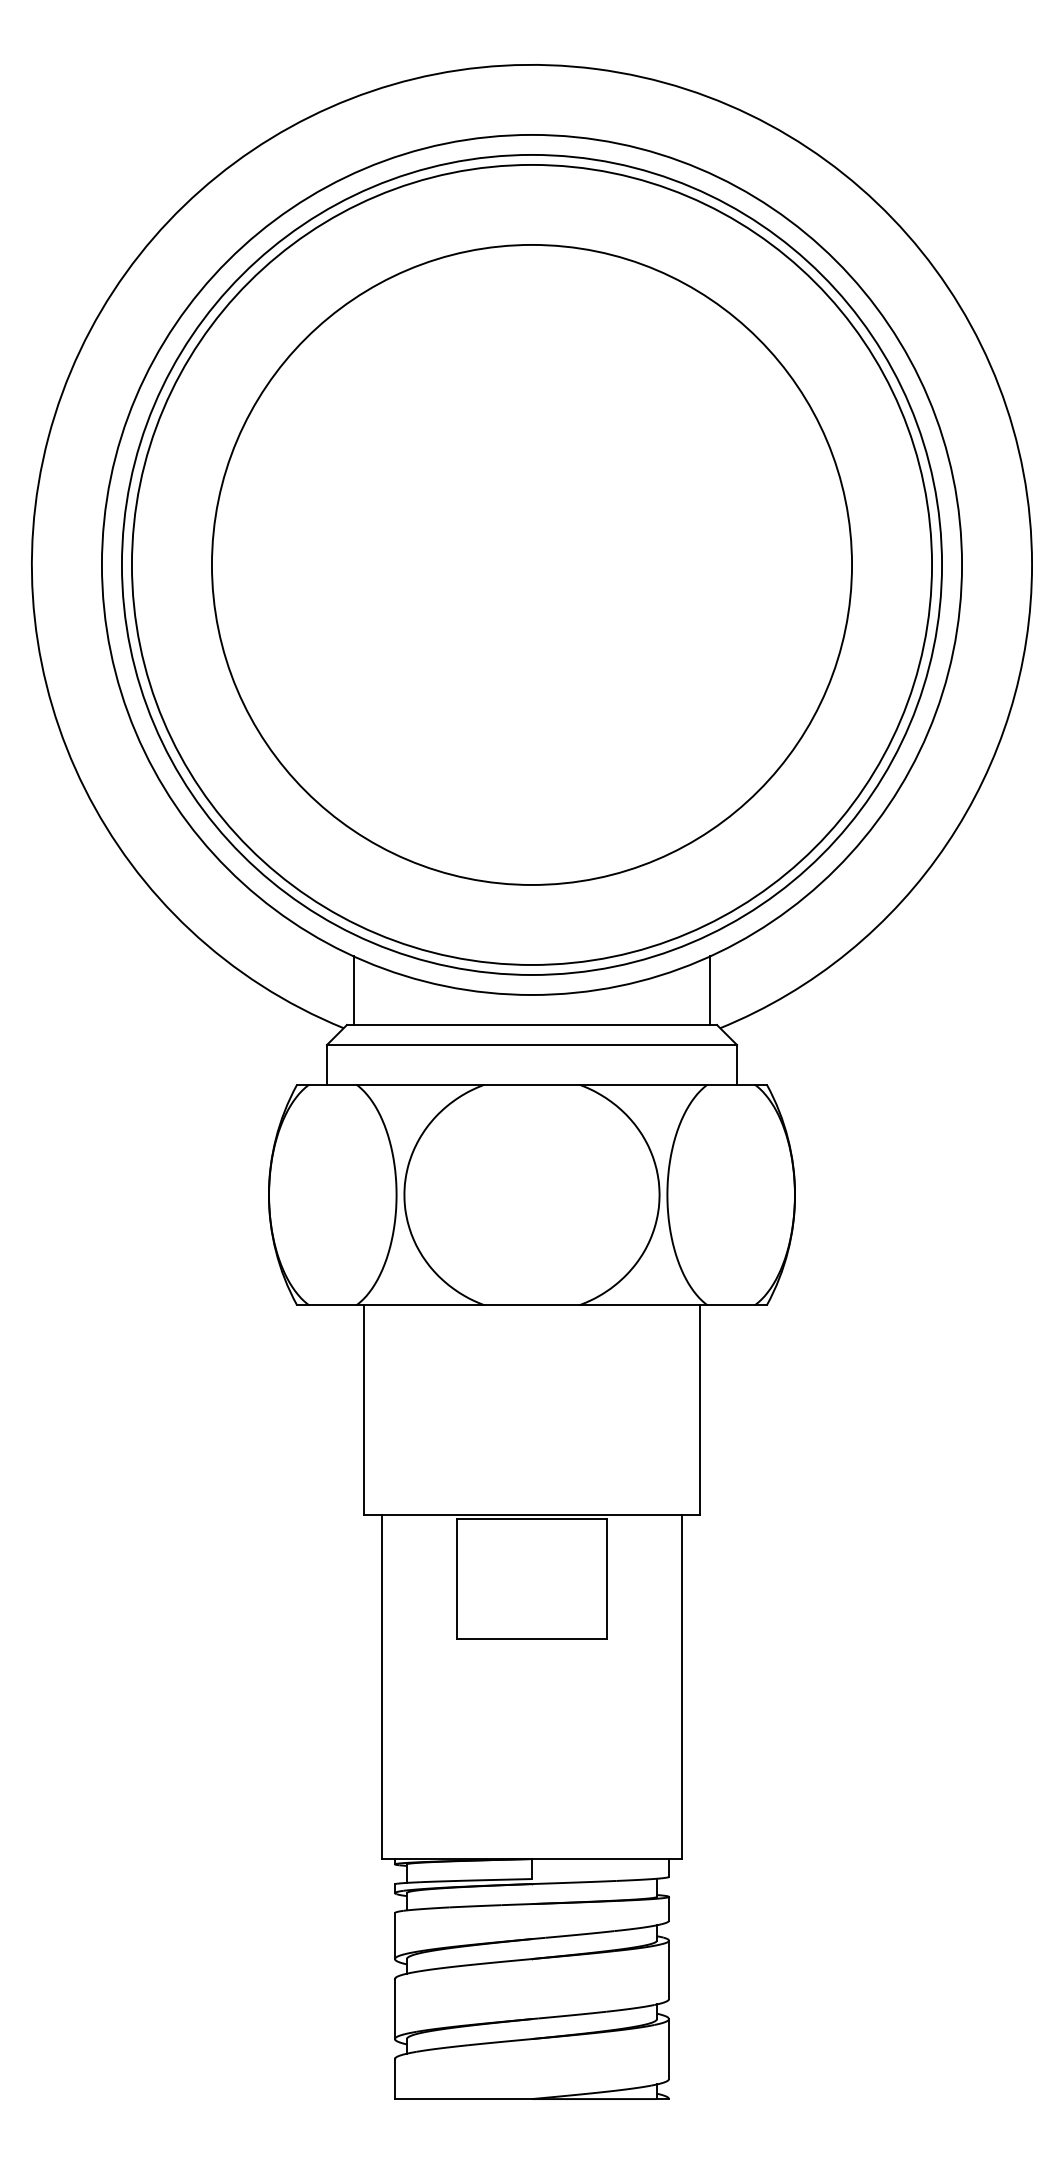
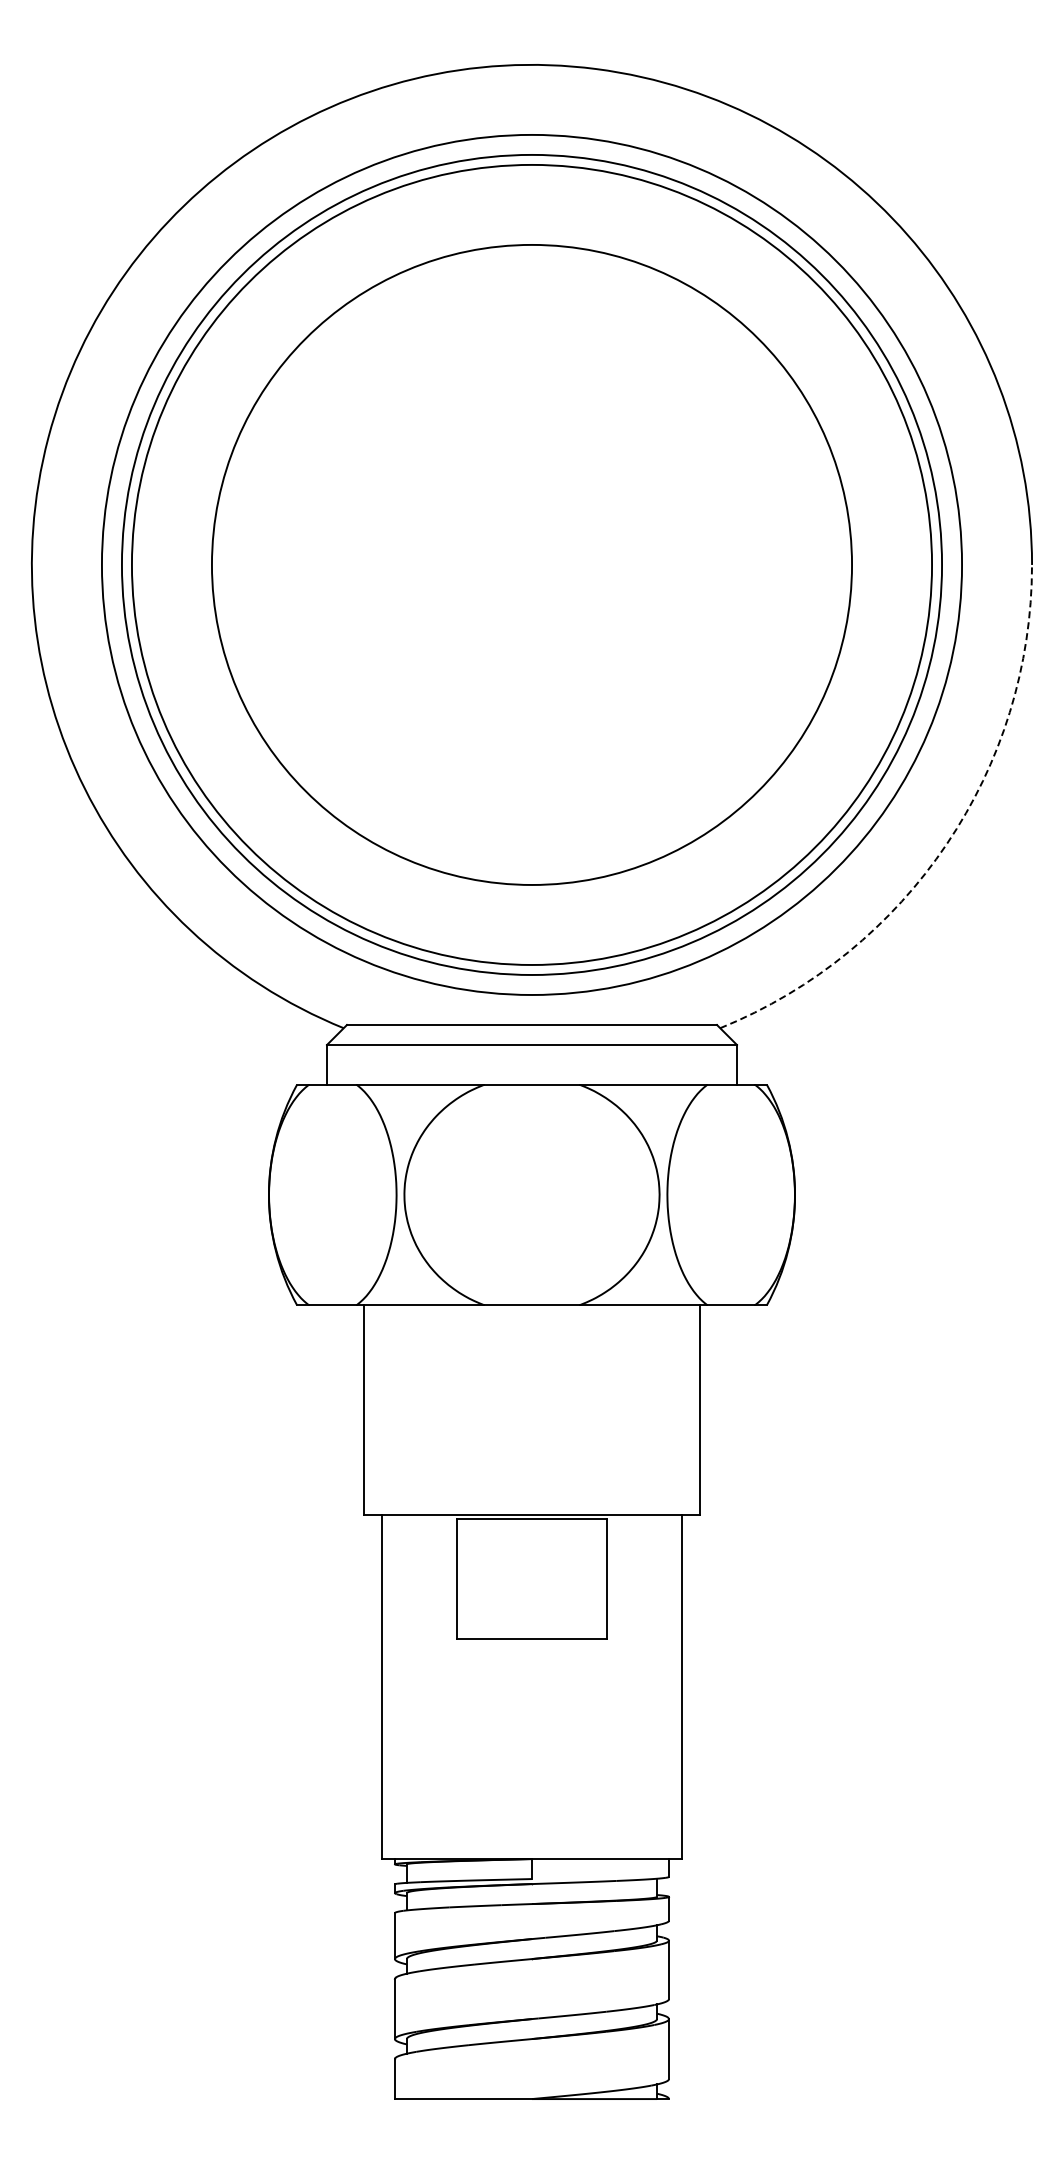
arc at (946, 844): solid -> dashed
line at (353, 990): present -> none
line at (710, 990): present -> none
